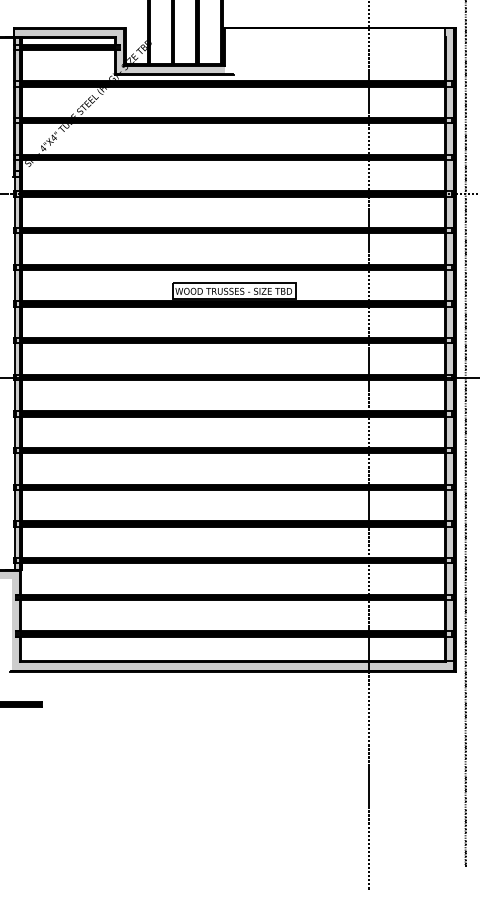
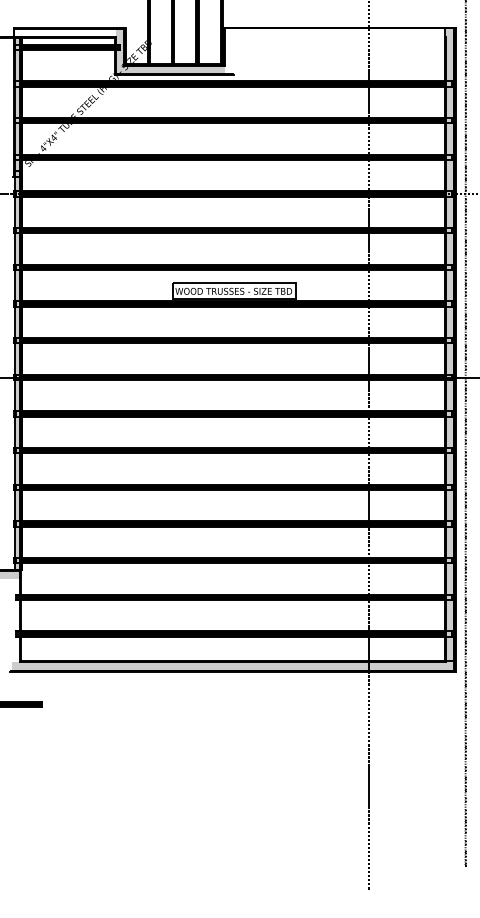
fill at (64, 33): present -> none
fill at (15, 620): present -> none
